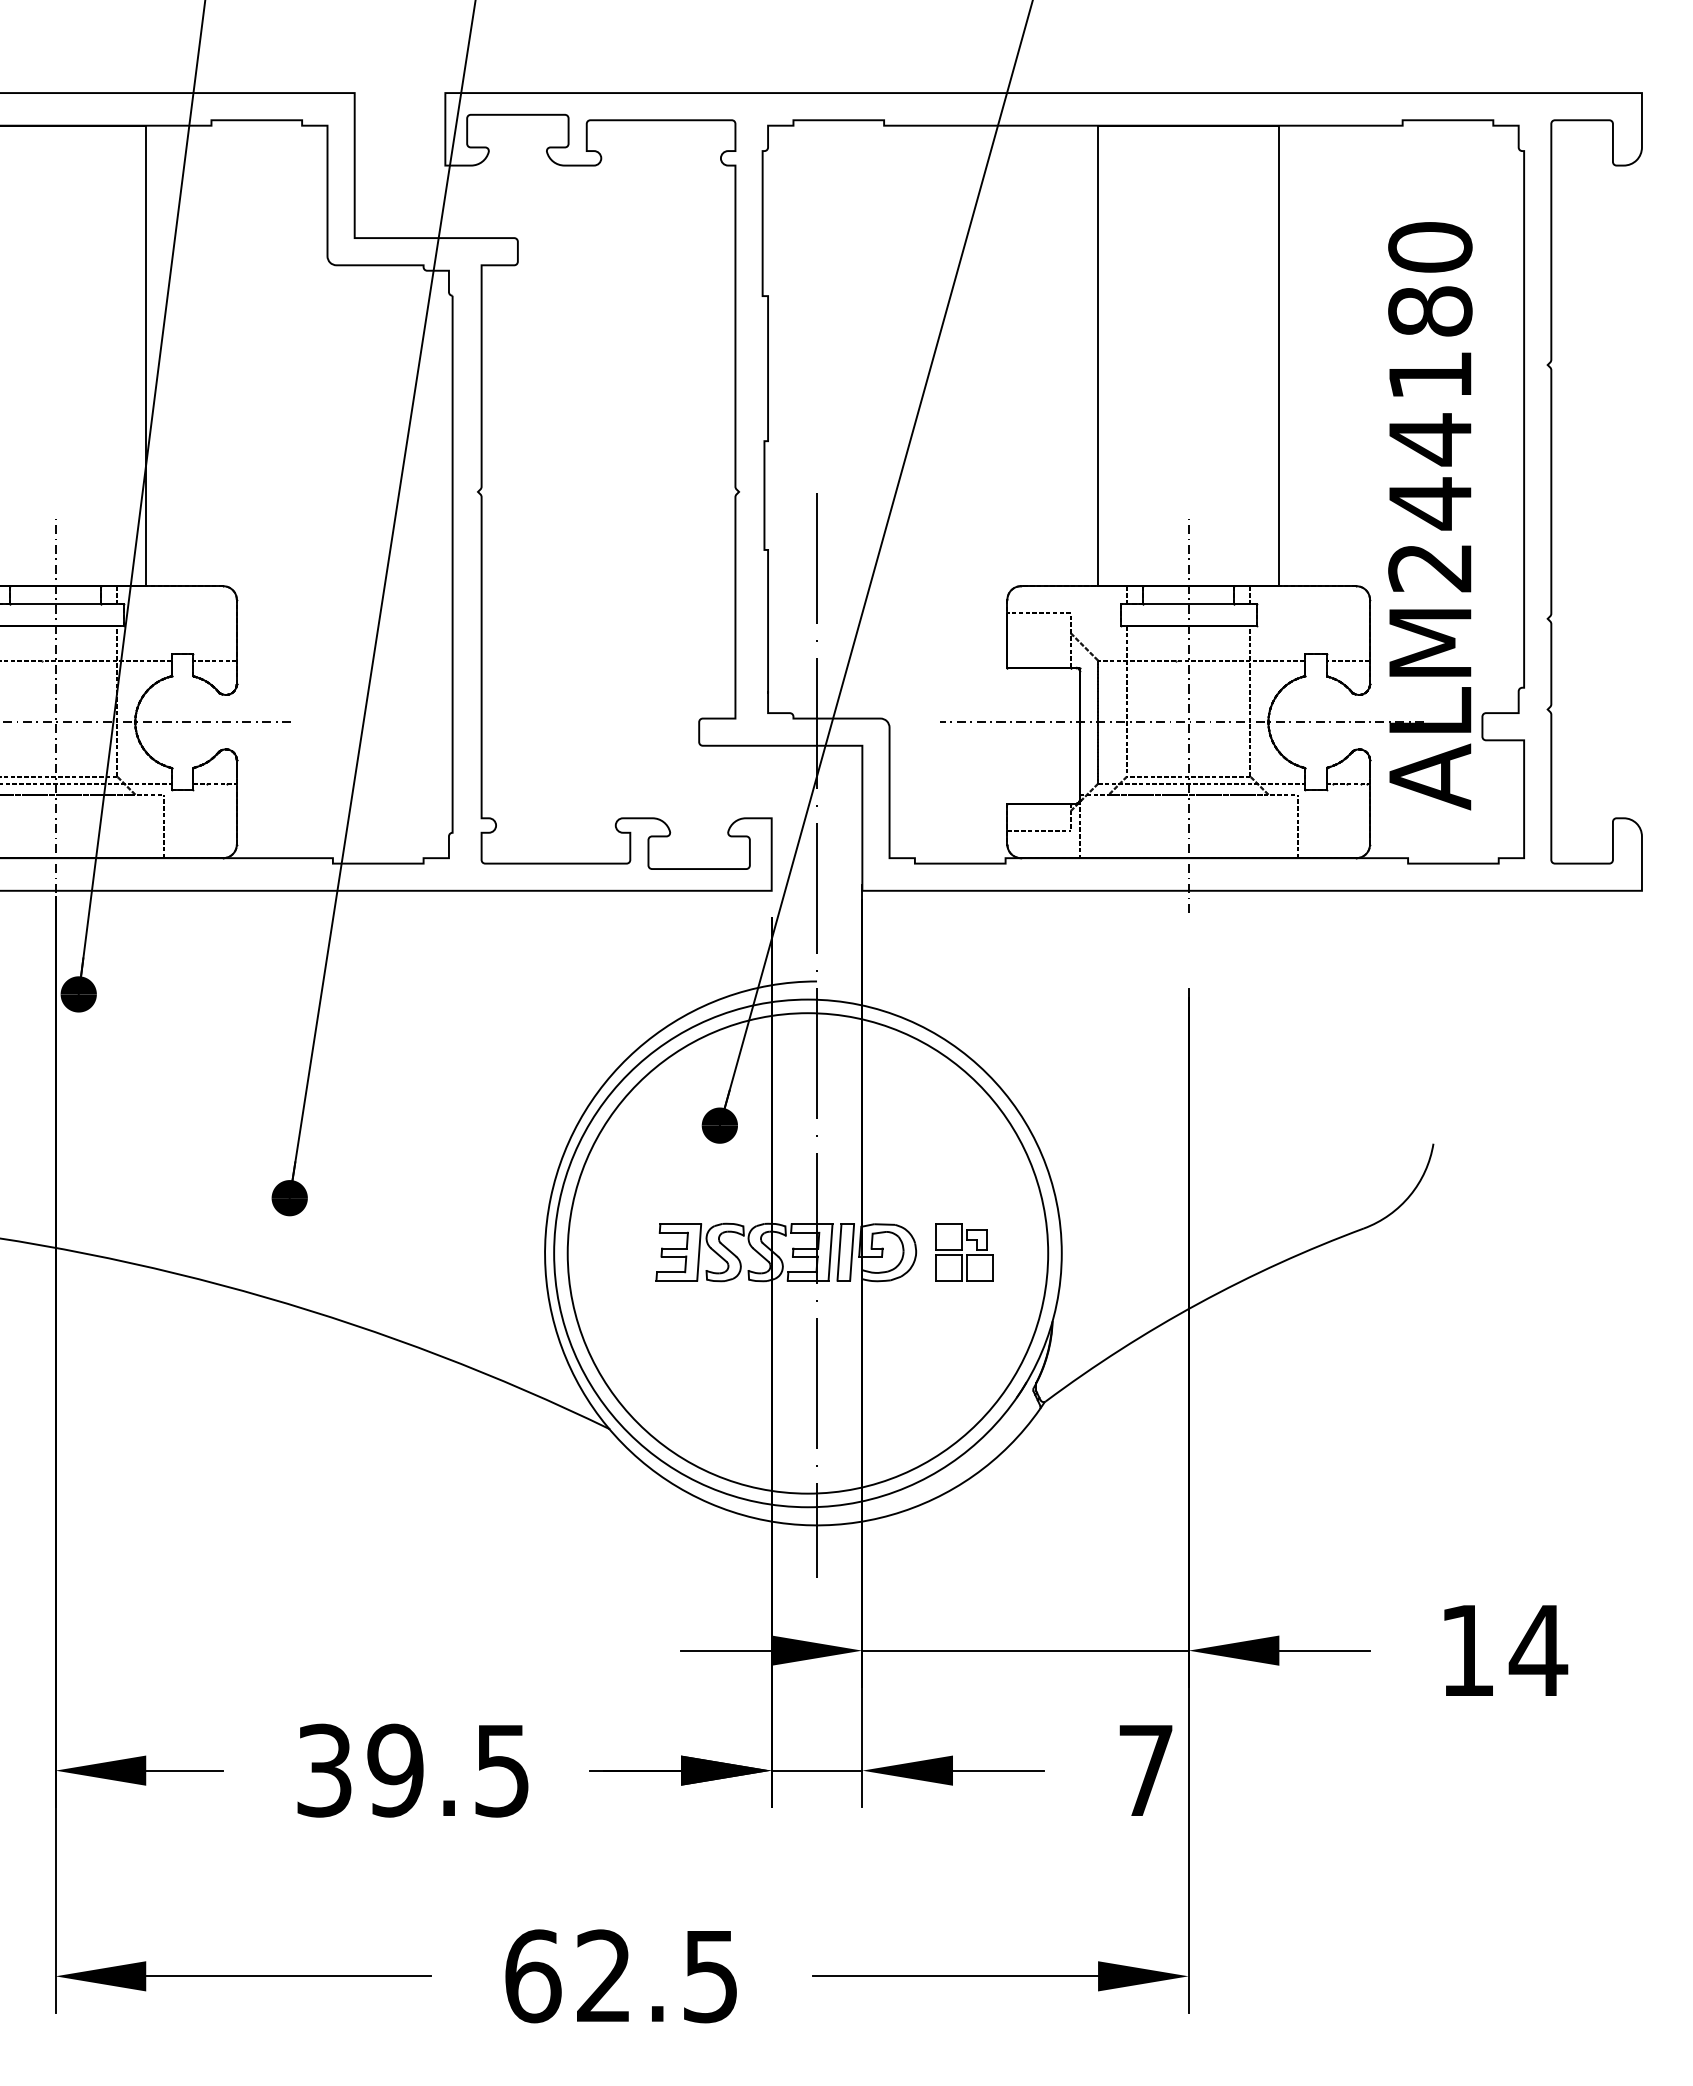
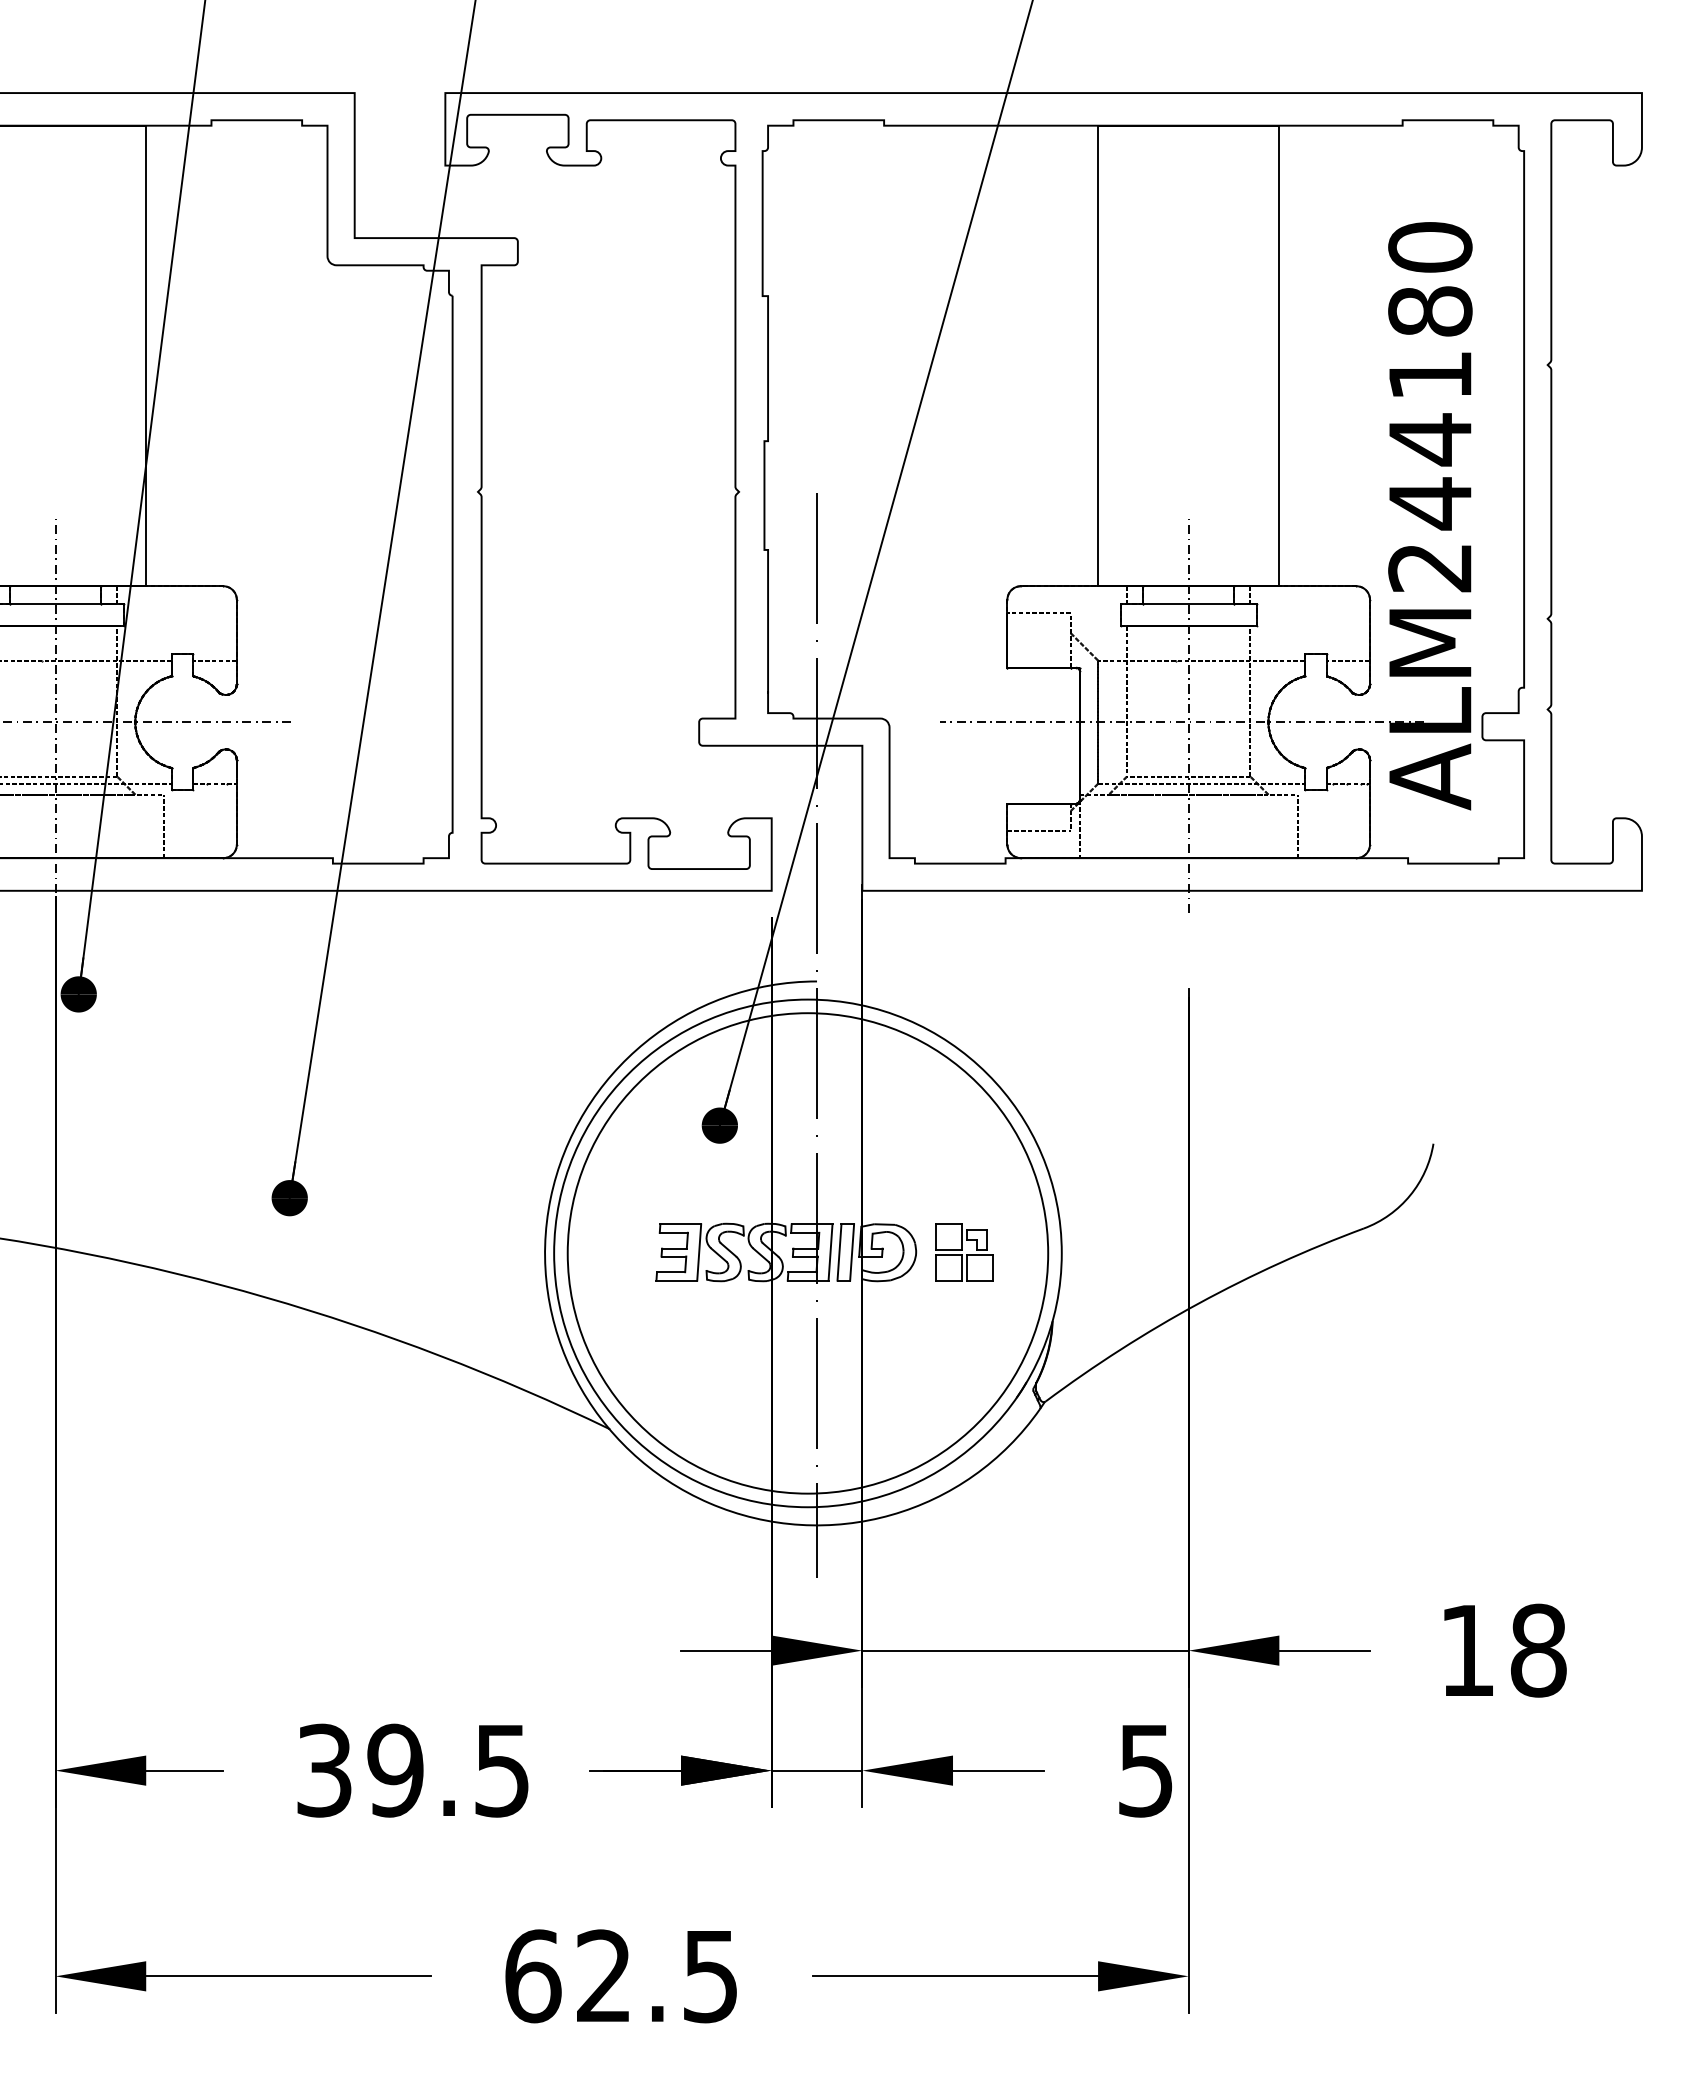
text at (1538, 1650): 14 -> 18
text at (1145, 1771): 7 -> 5
